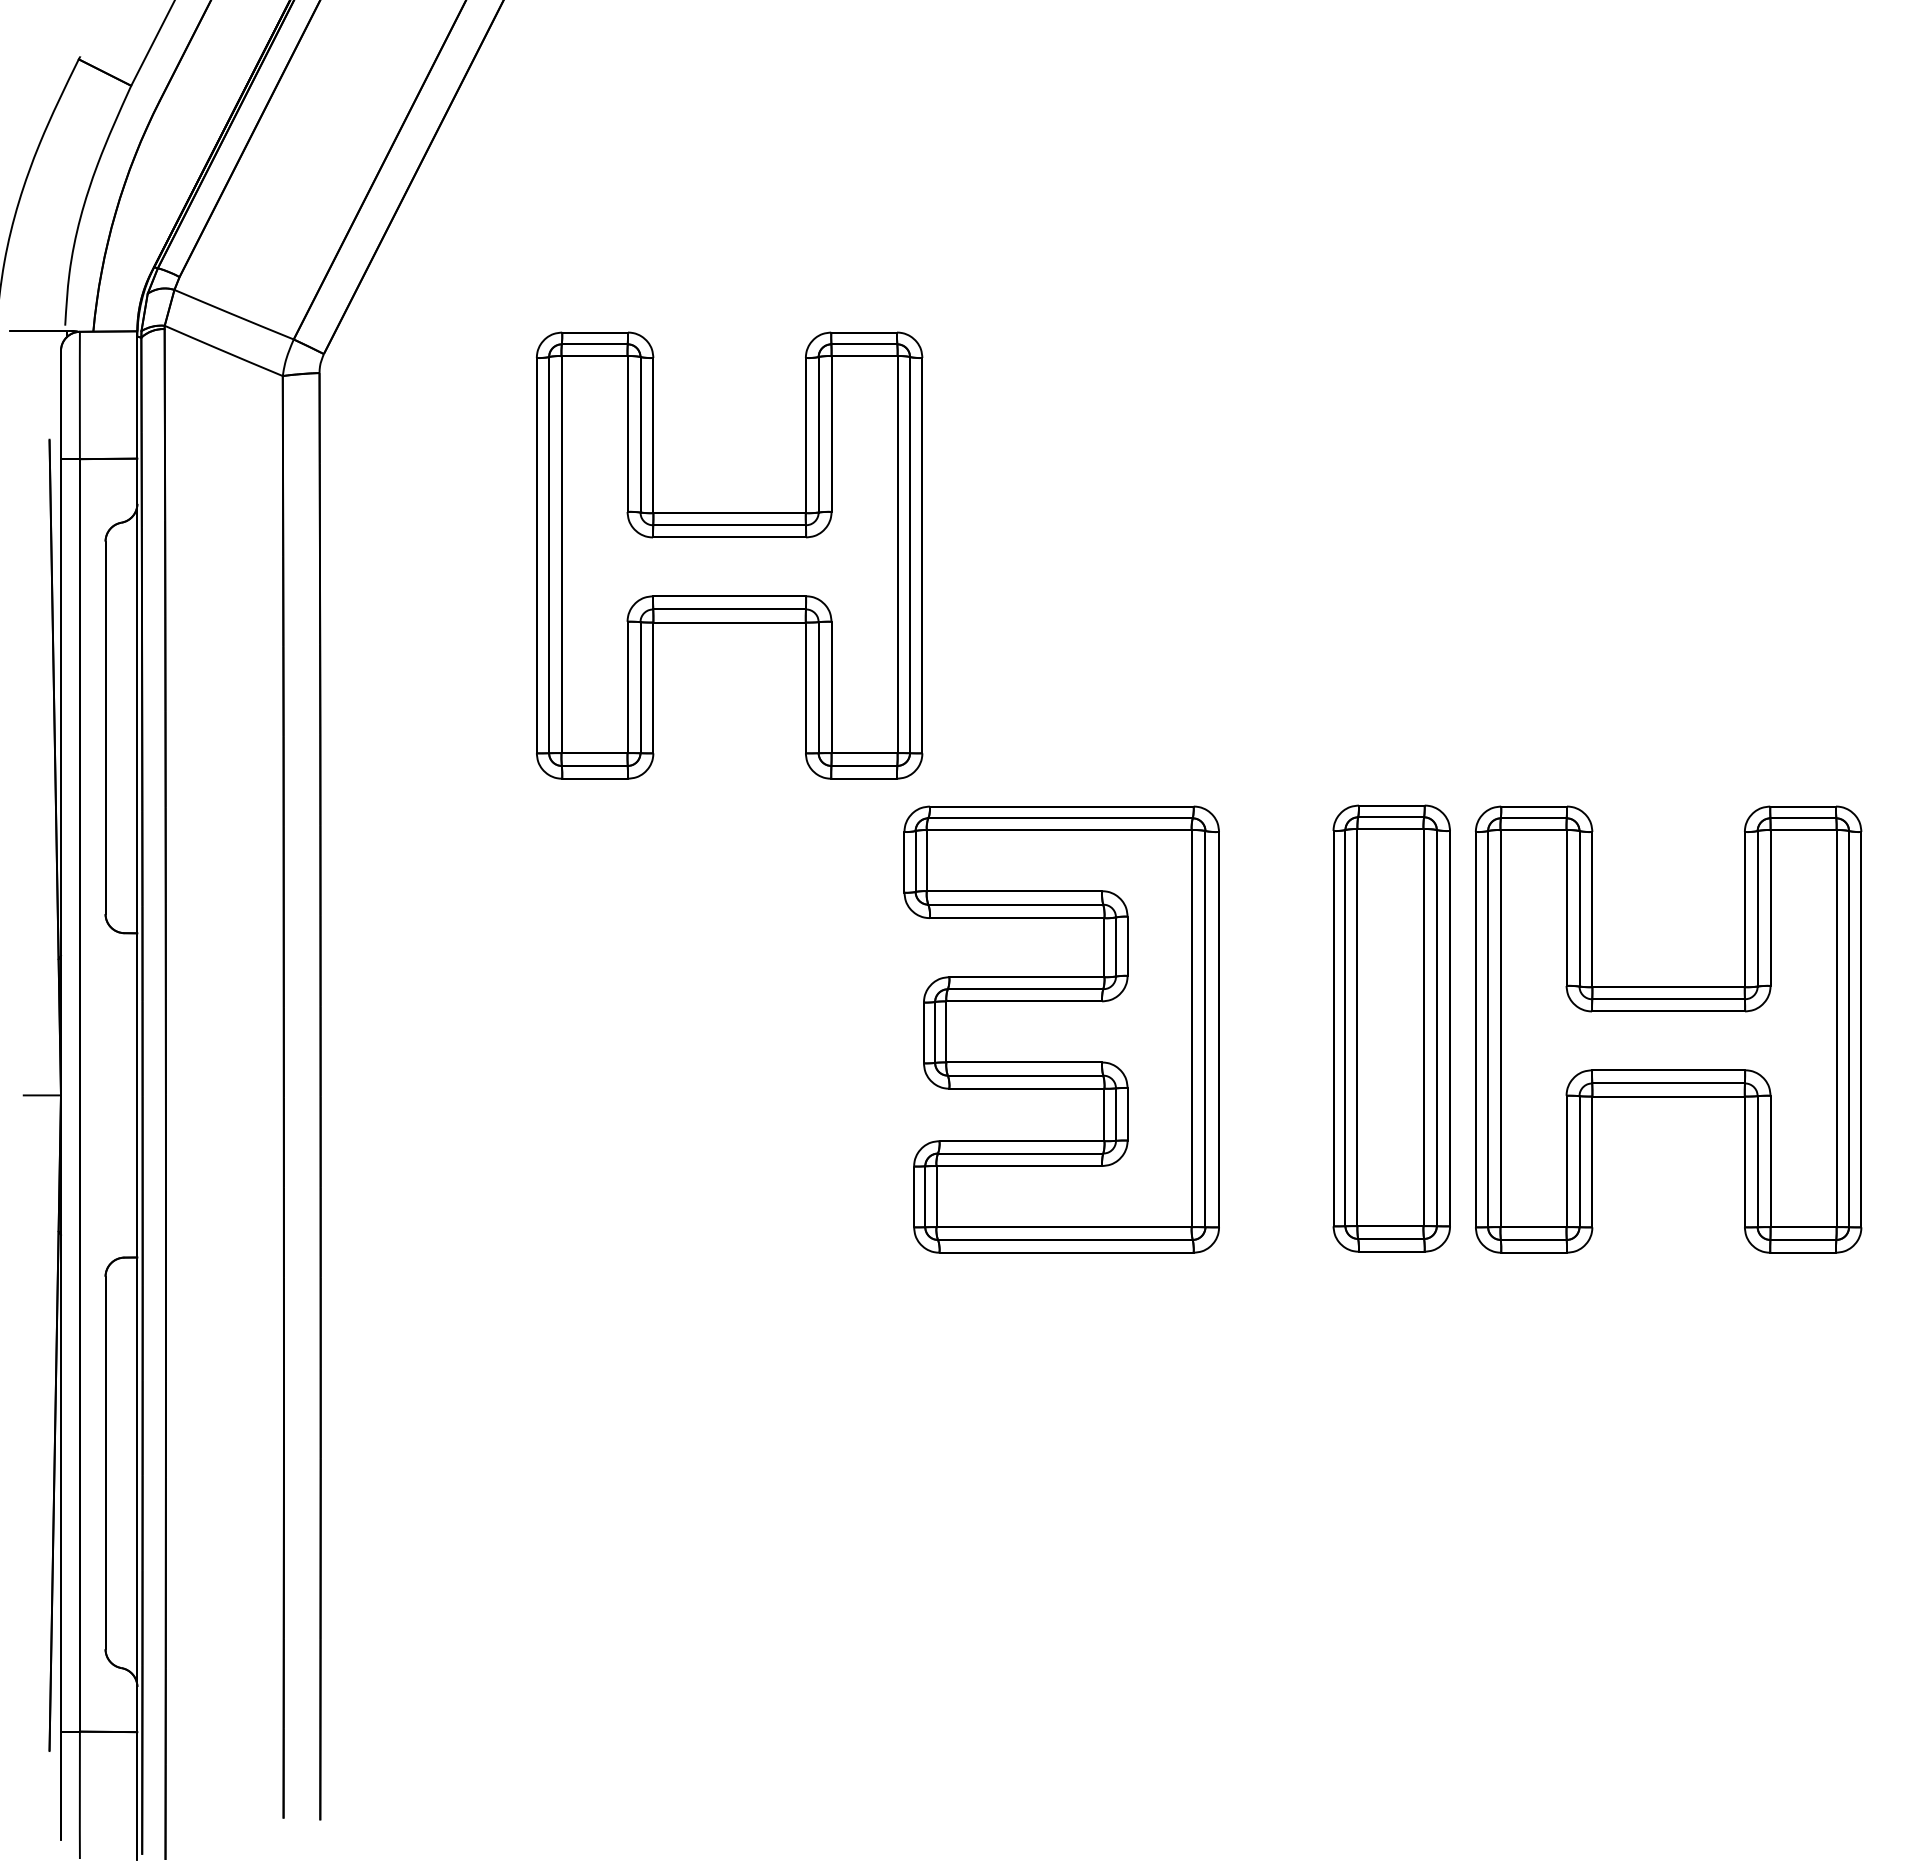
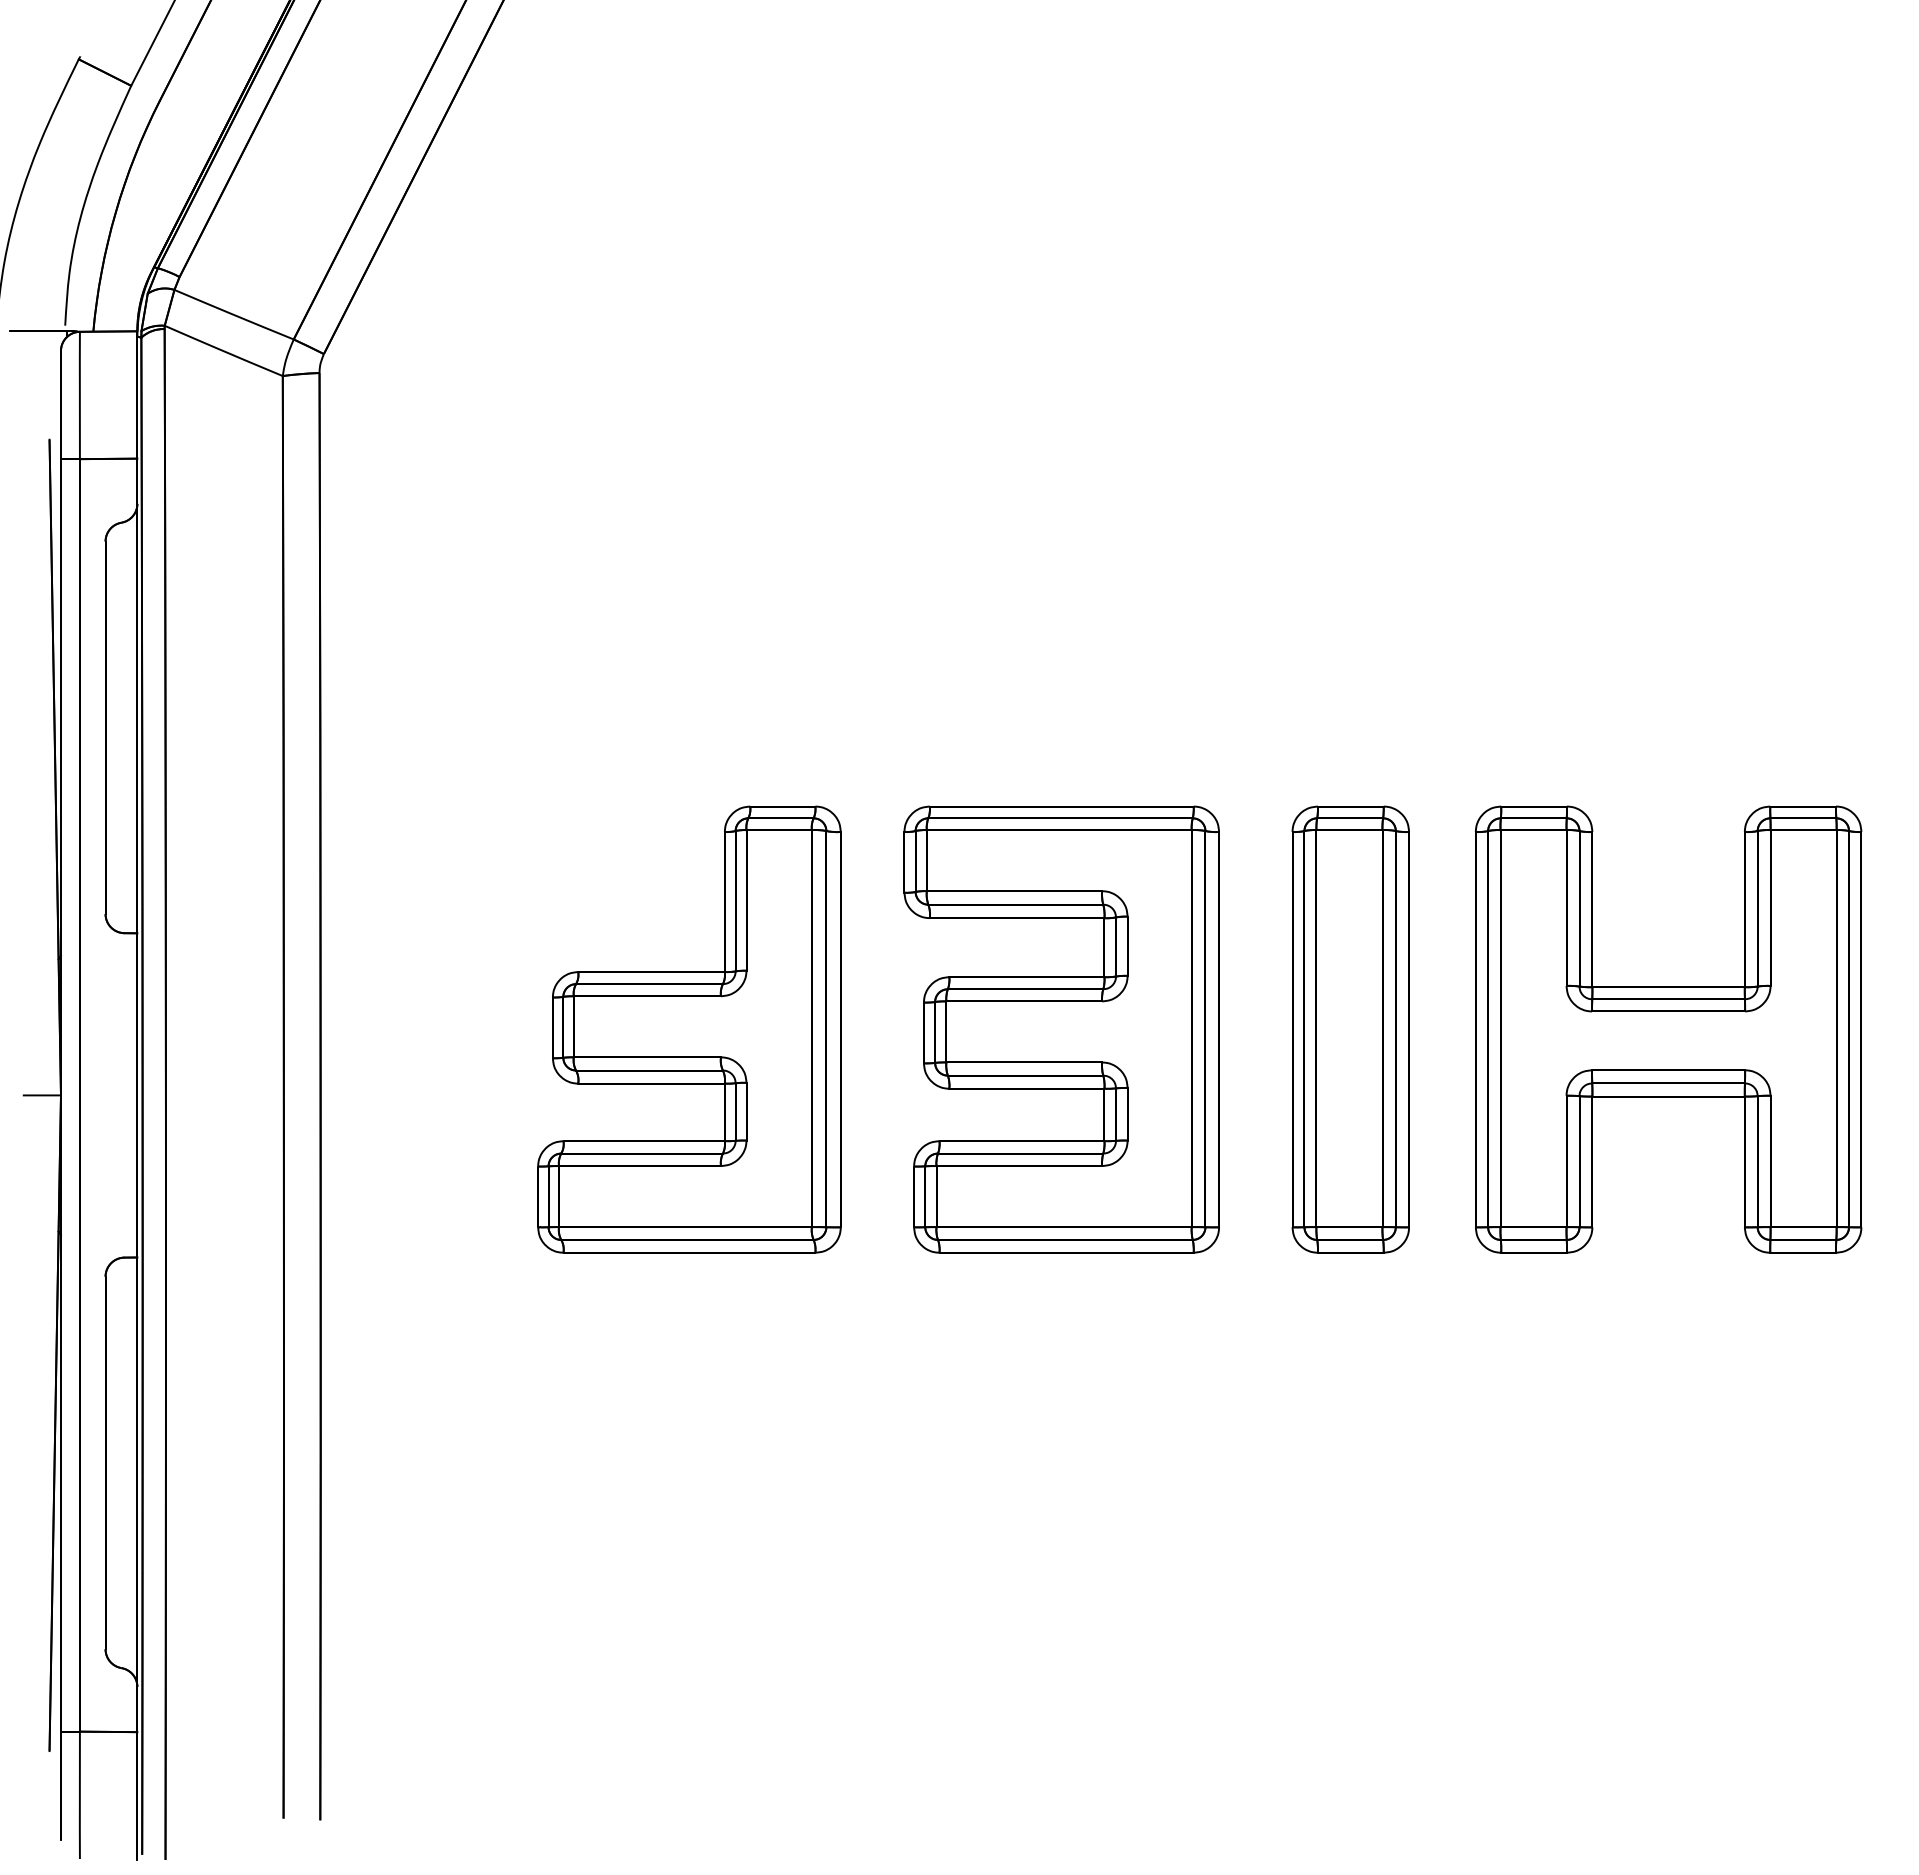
part at (729, 555): present -> none
part at (1391, 1028) position: (1391, 1028) -> (1350, 1029)
part at (689, 1029): none -> present
